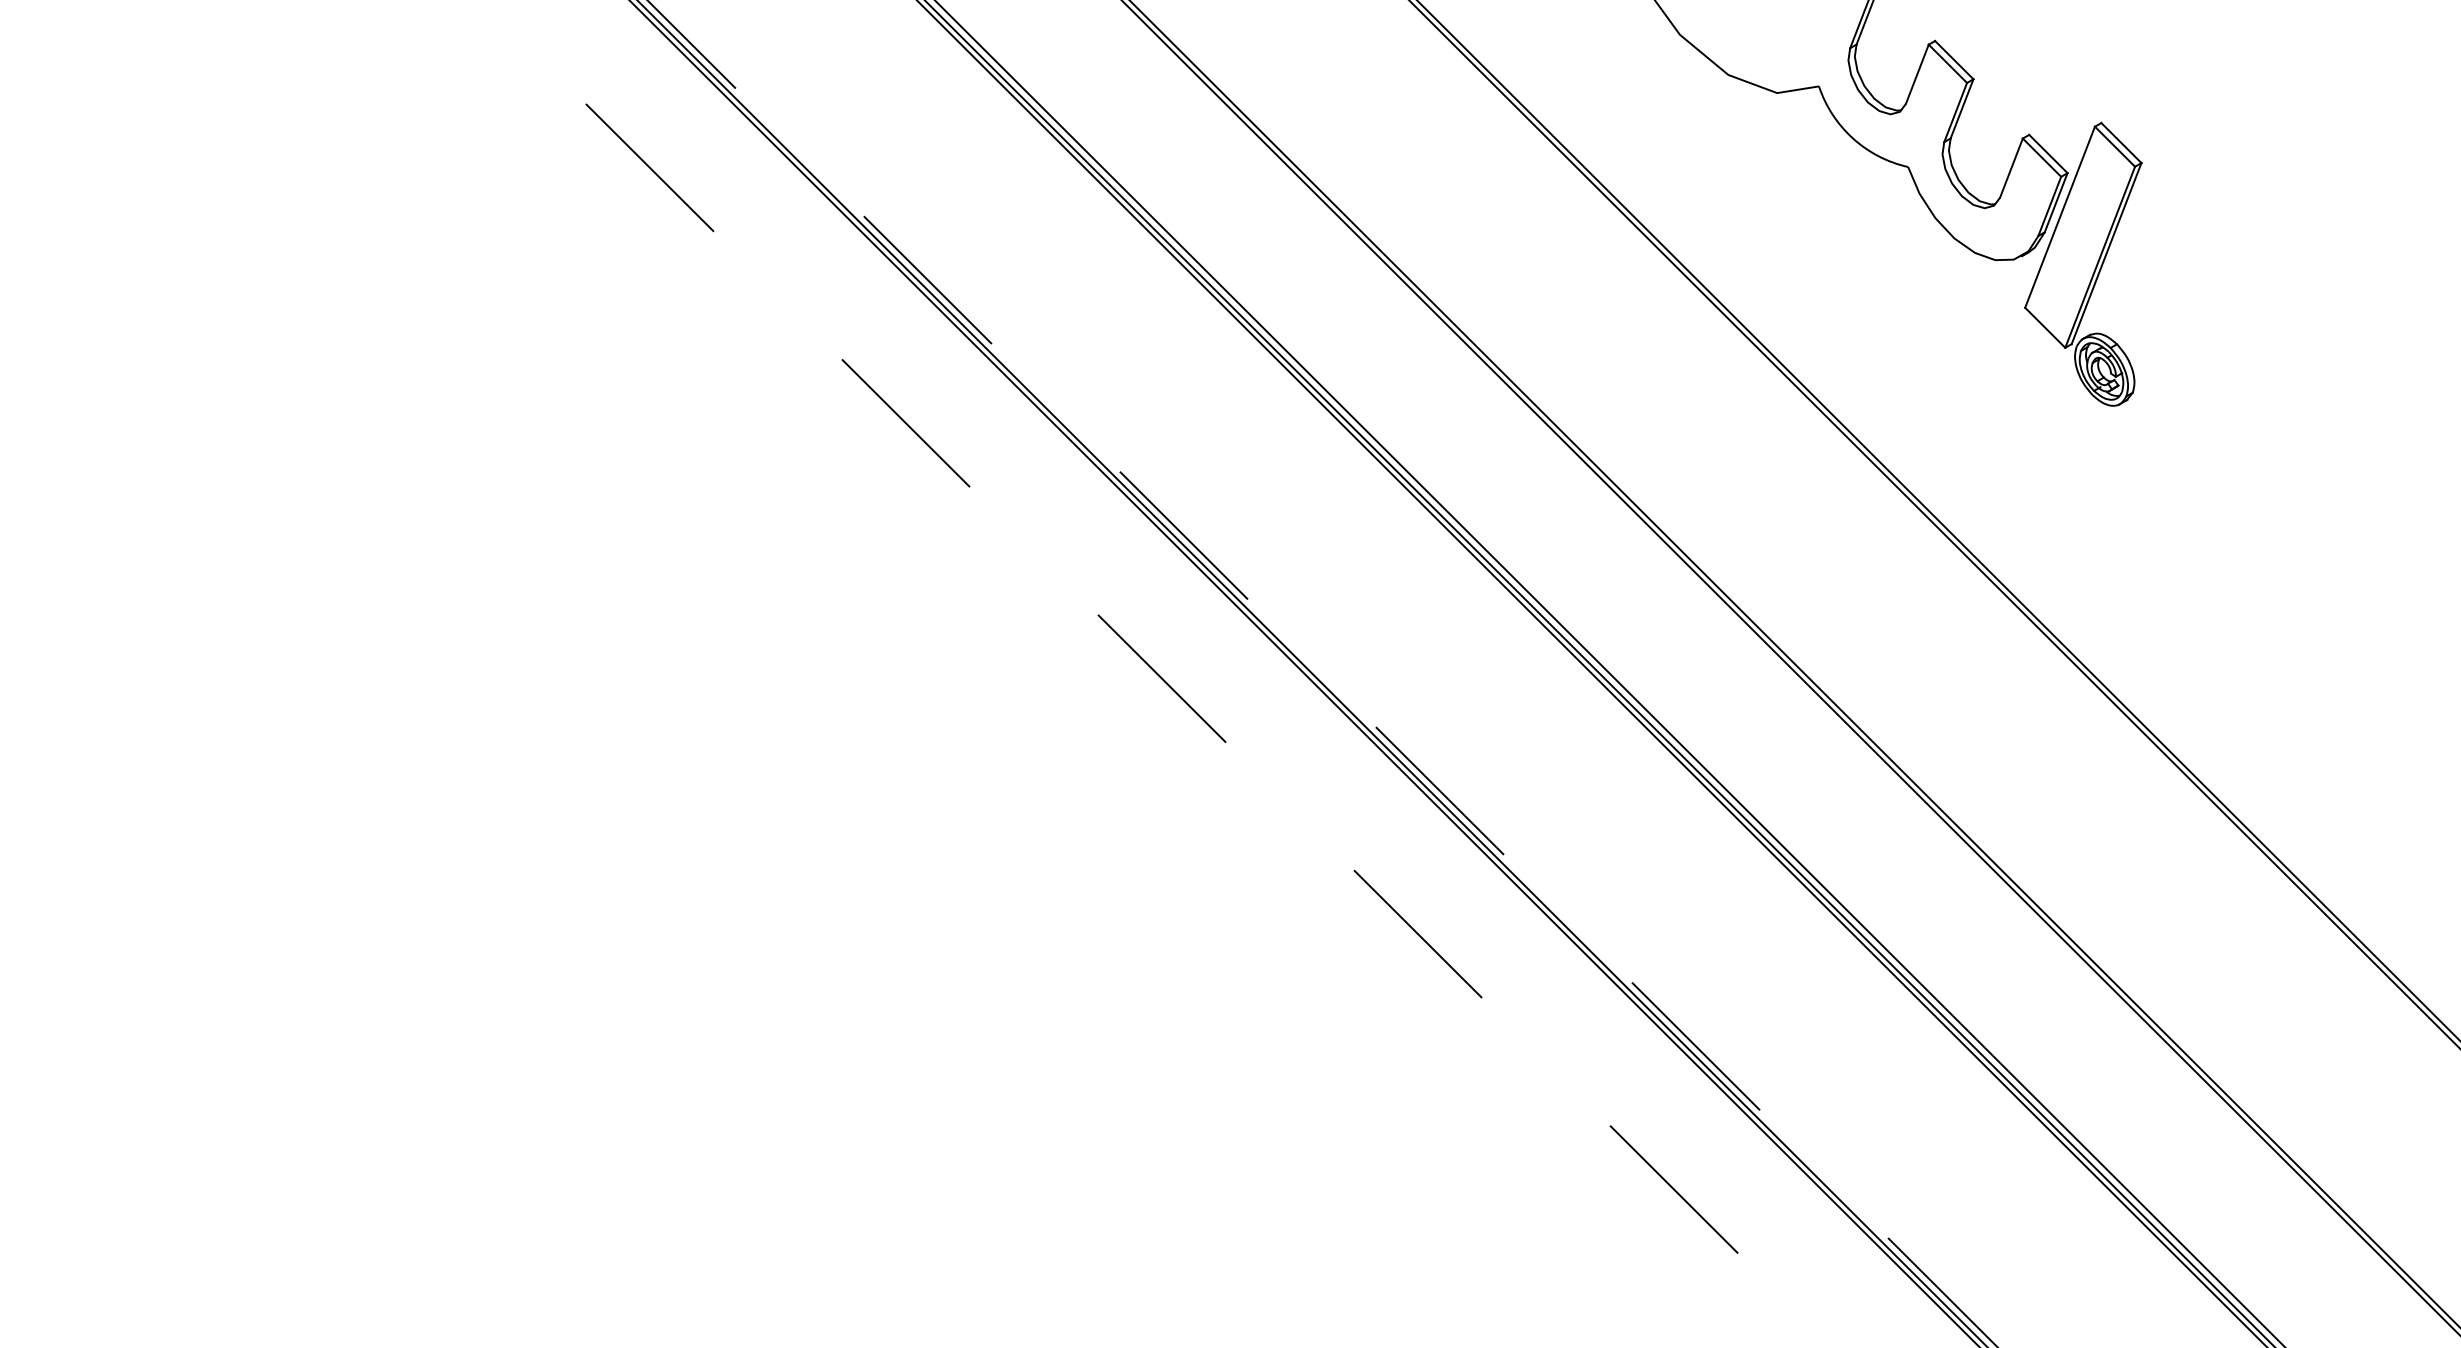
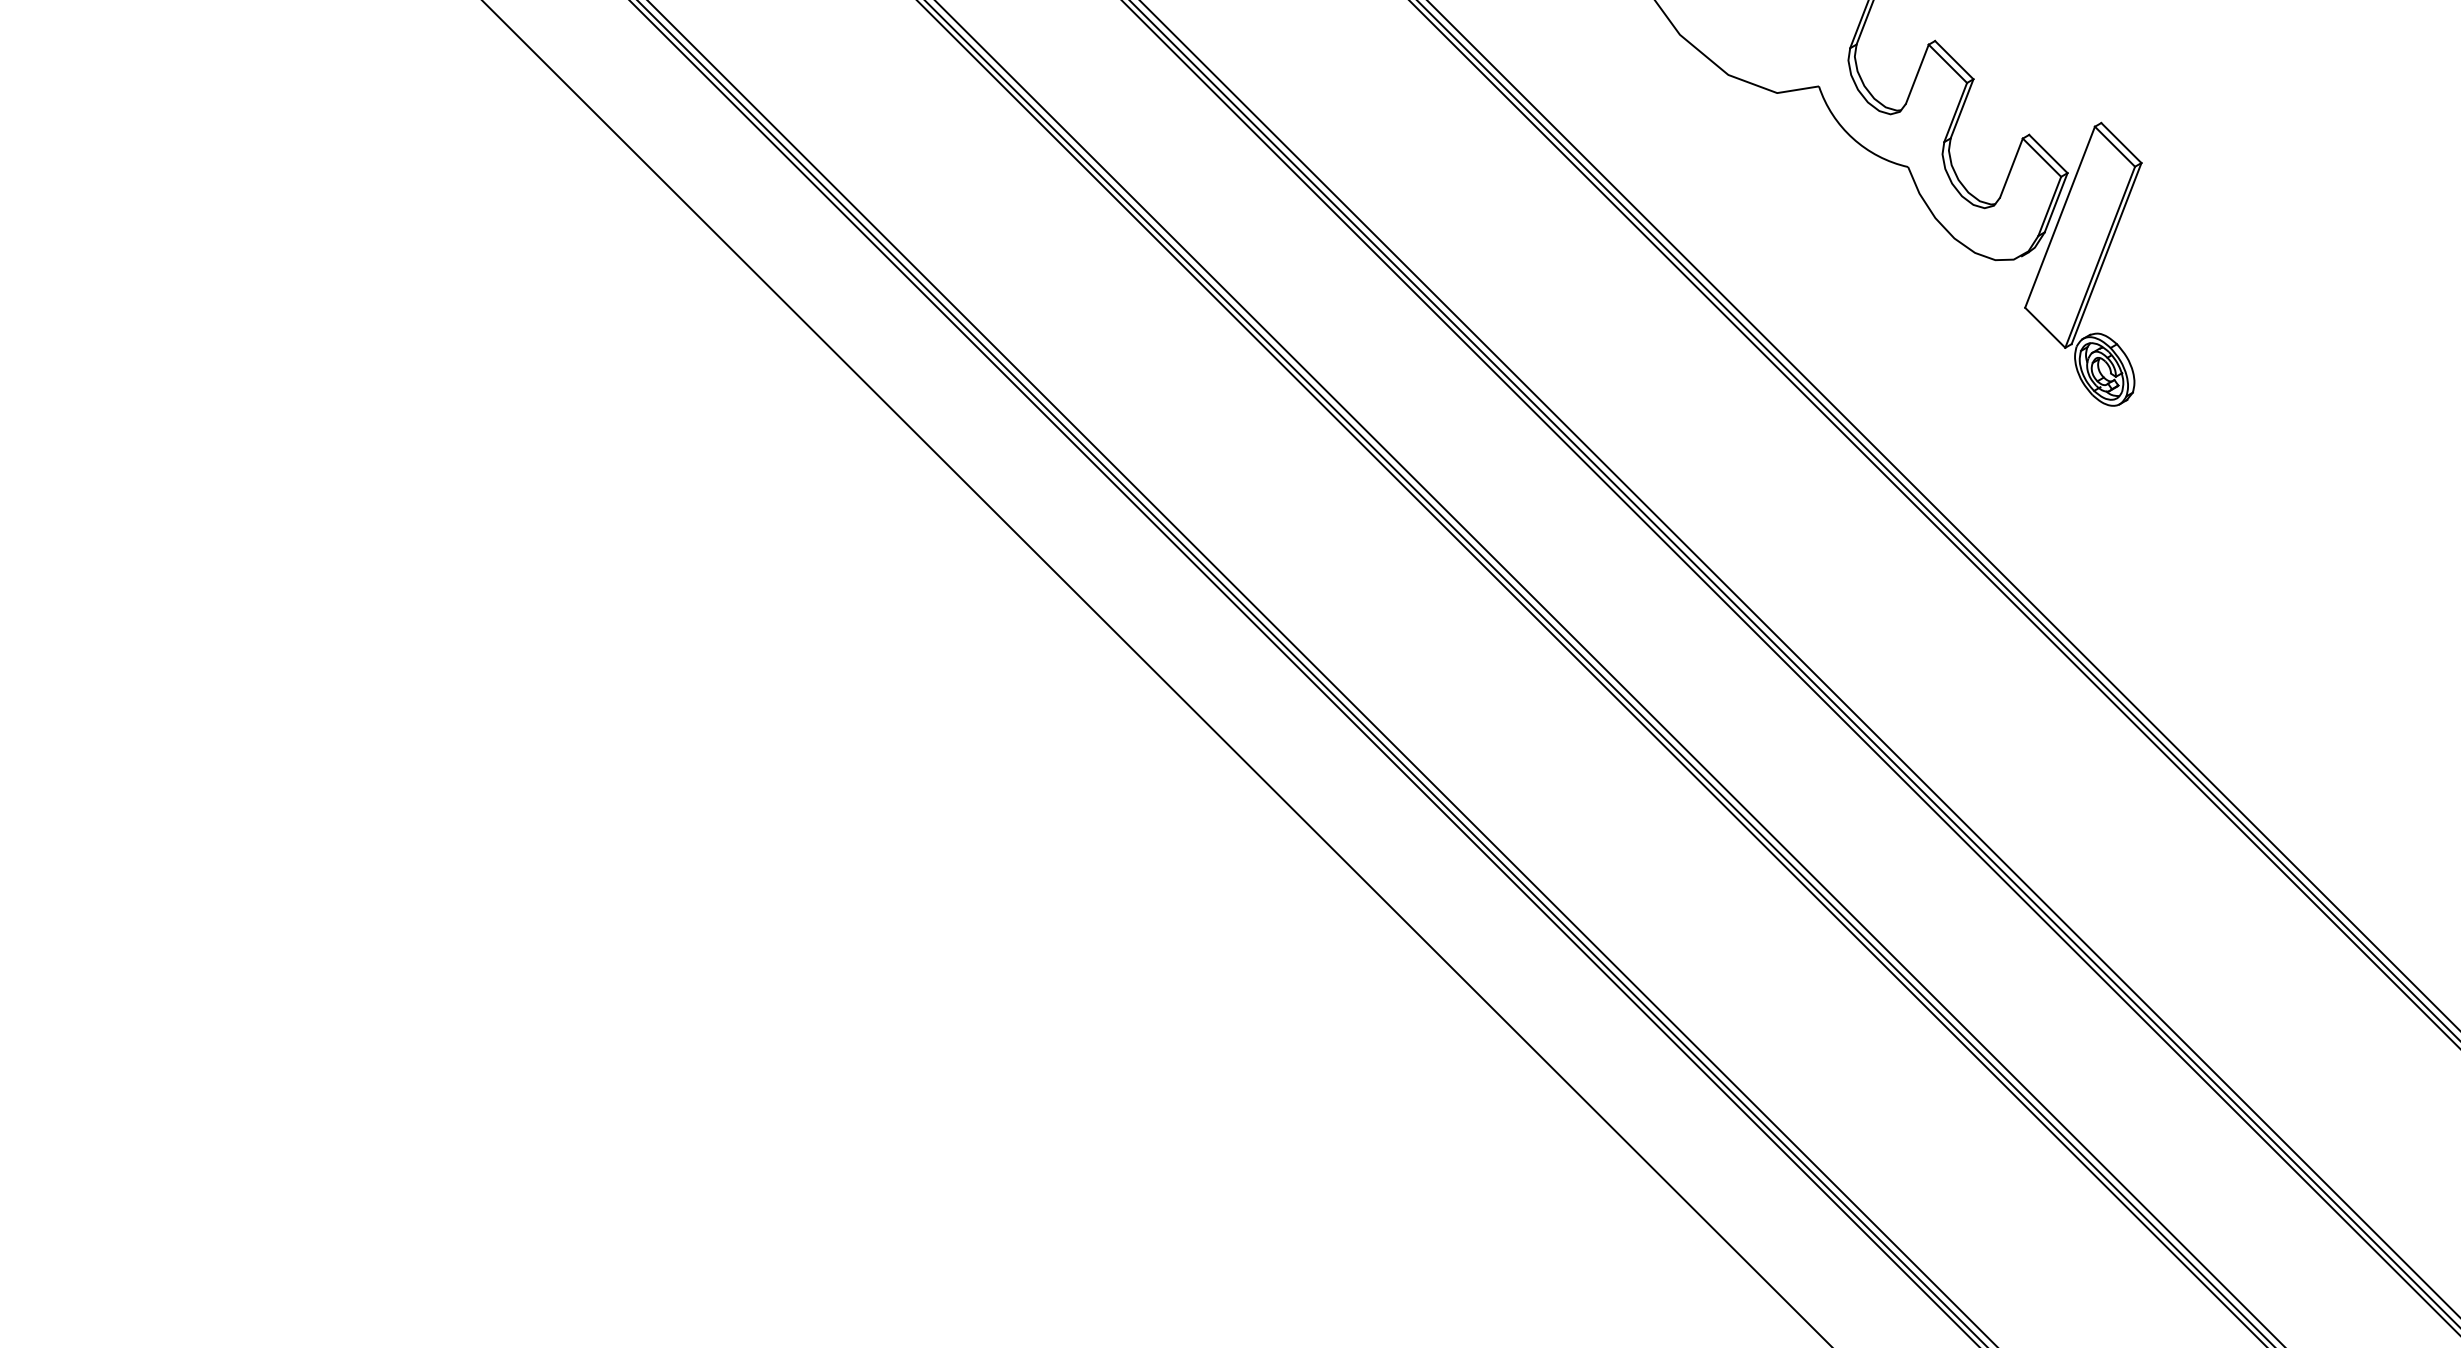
line at (1943, 515): none -> present
line at (1799, 658): none -> present
line at (1322, 673): dashed -> solid
line at (1157, 674): dashed -> solid
